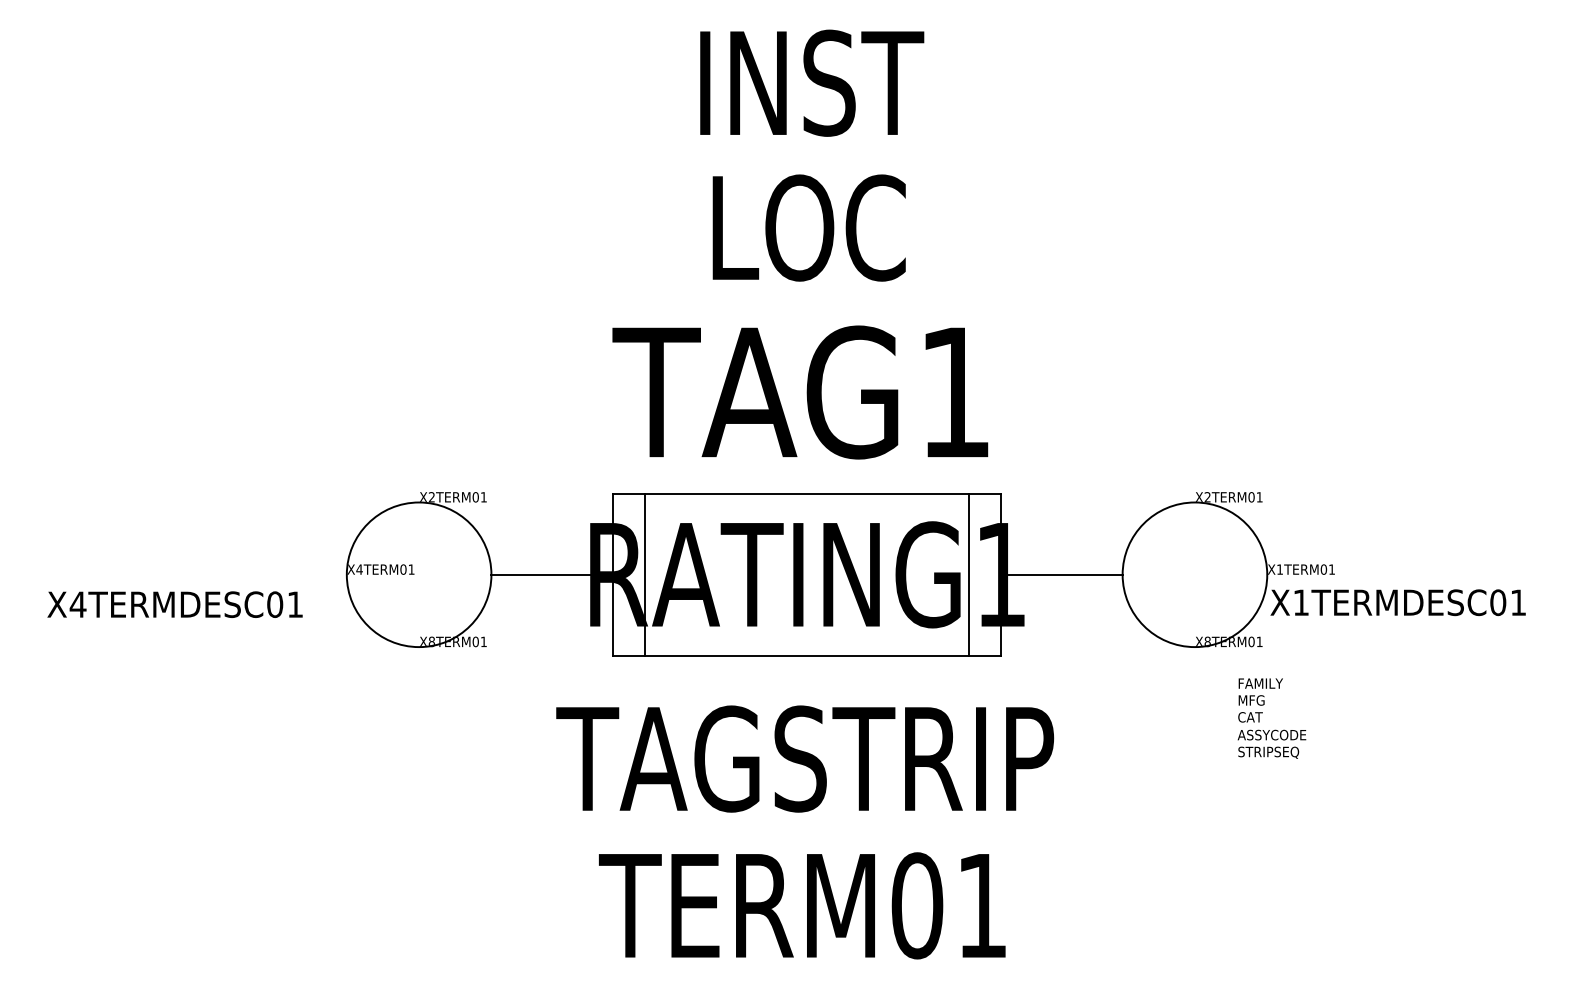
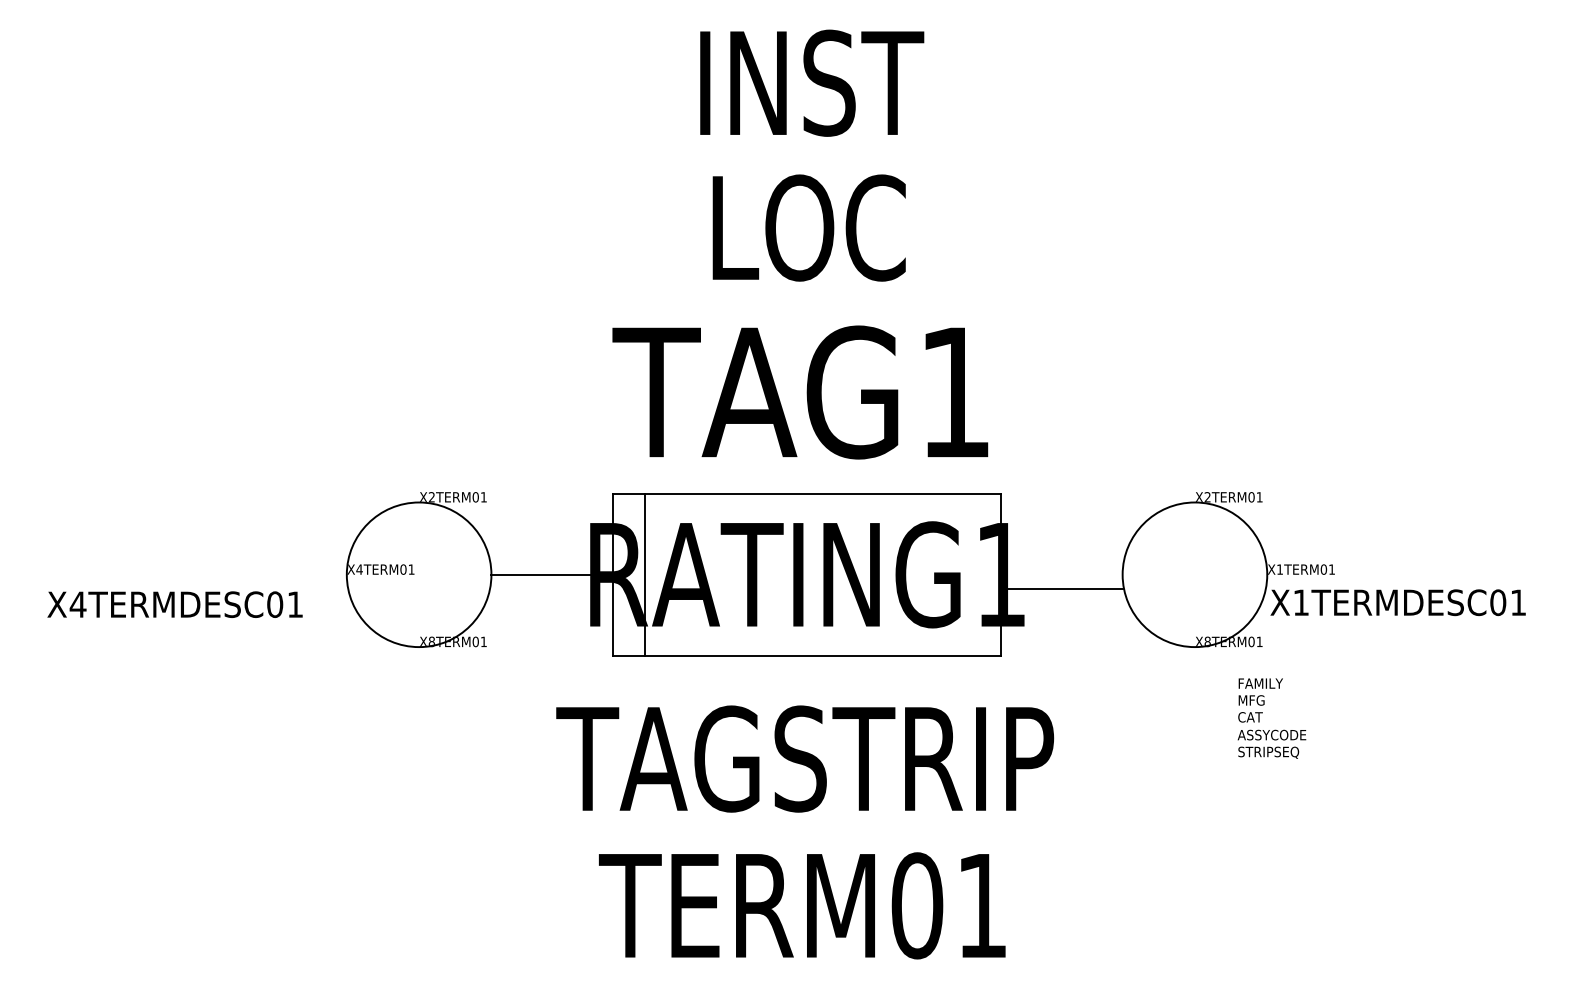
line at (968, 574): present -> none
line at (1061, 574) position: (1061, 574) -> (1061, 588)
